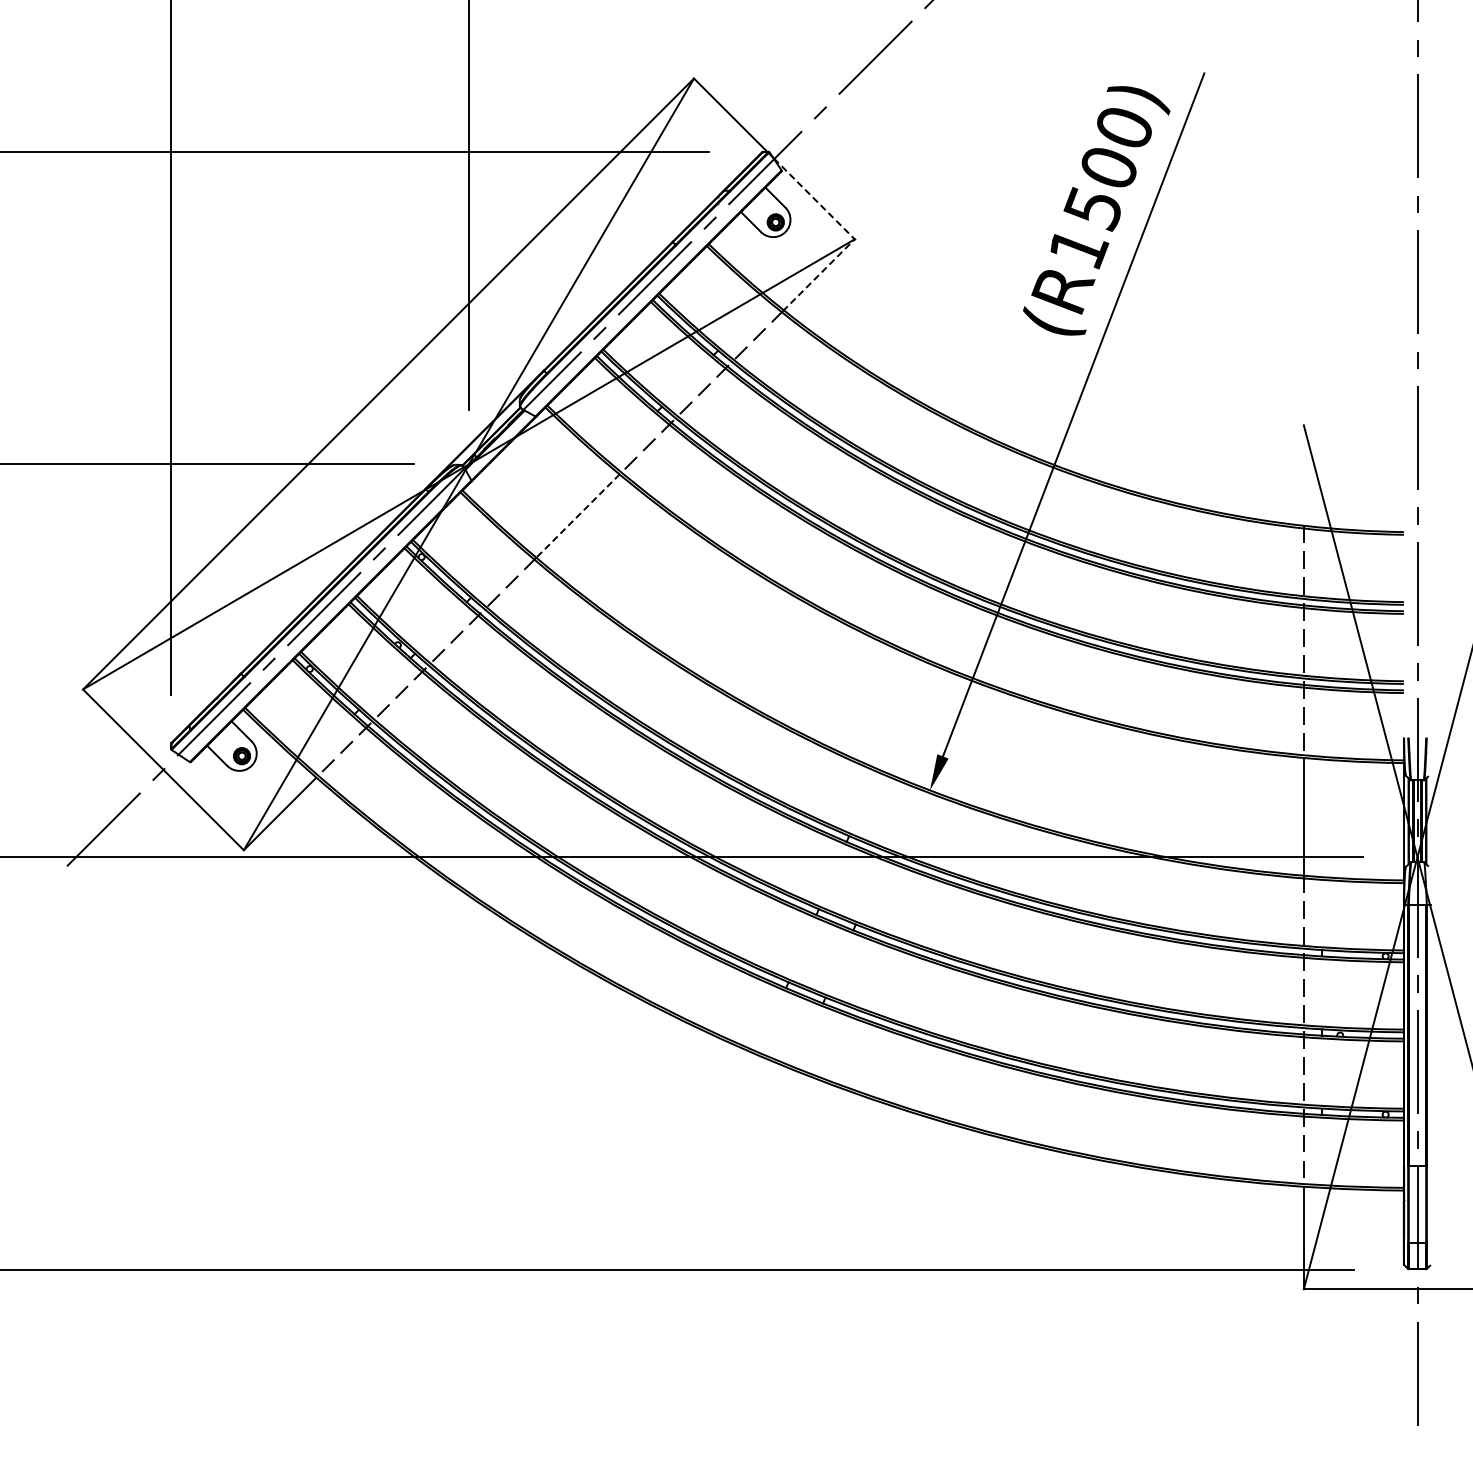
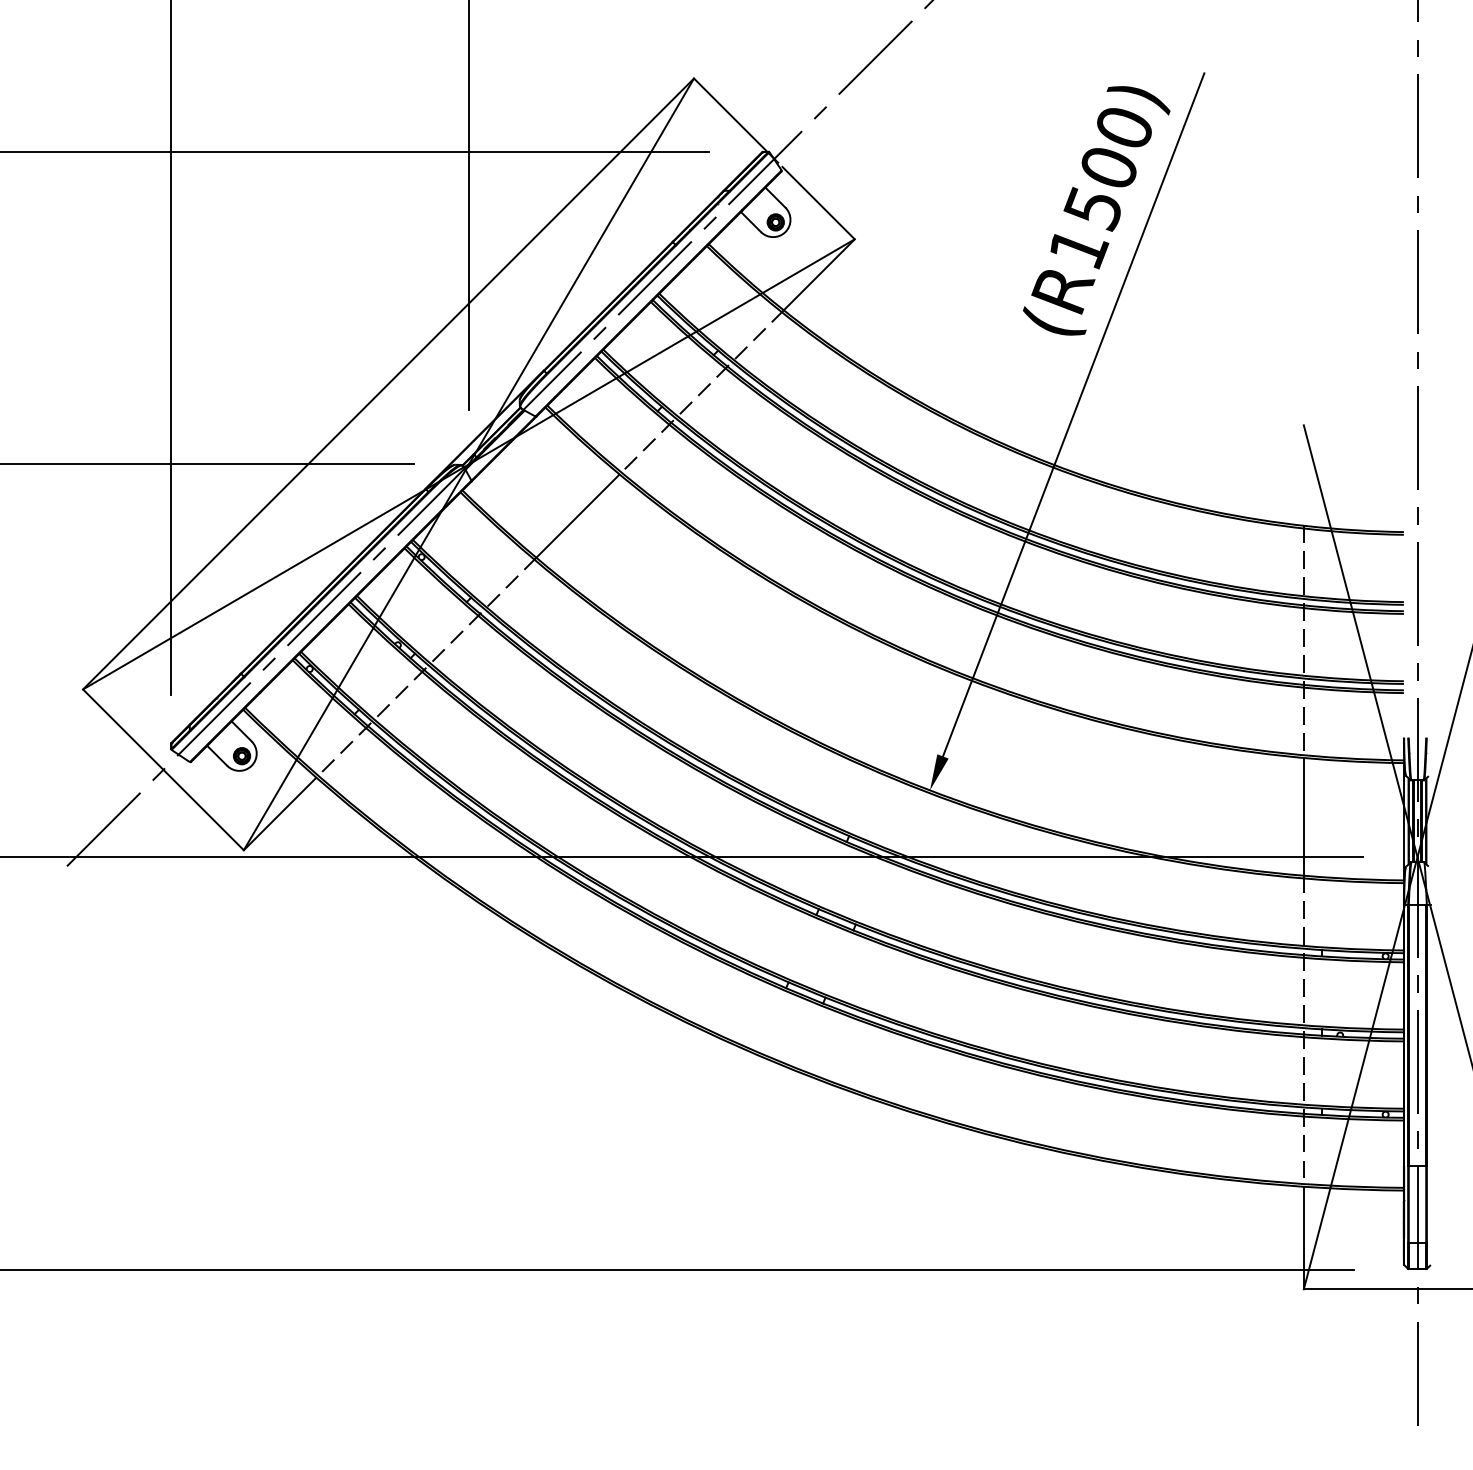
line at (854, 239): dashed -> solid
line at (578, 515): dashed -> solid
